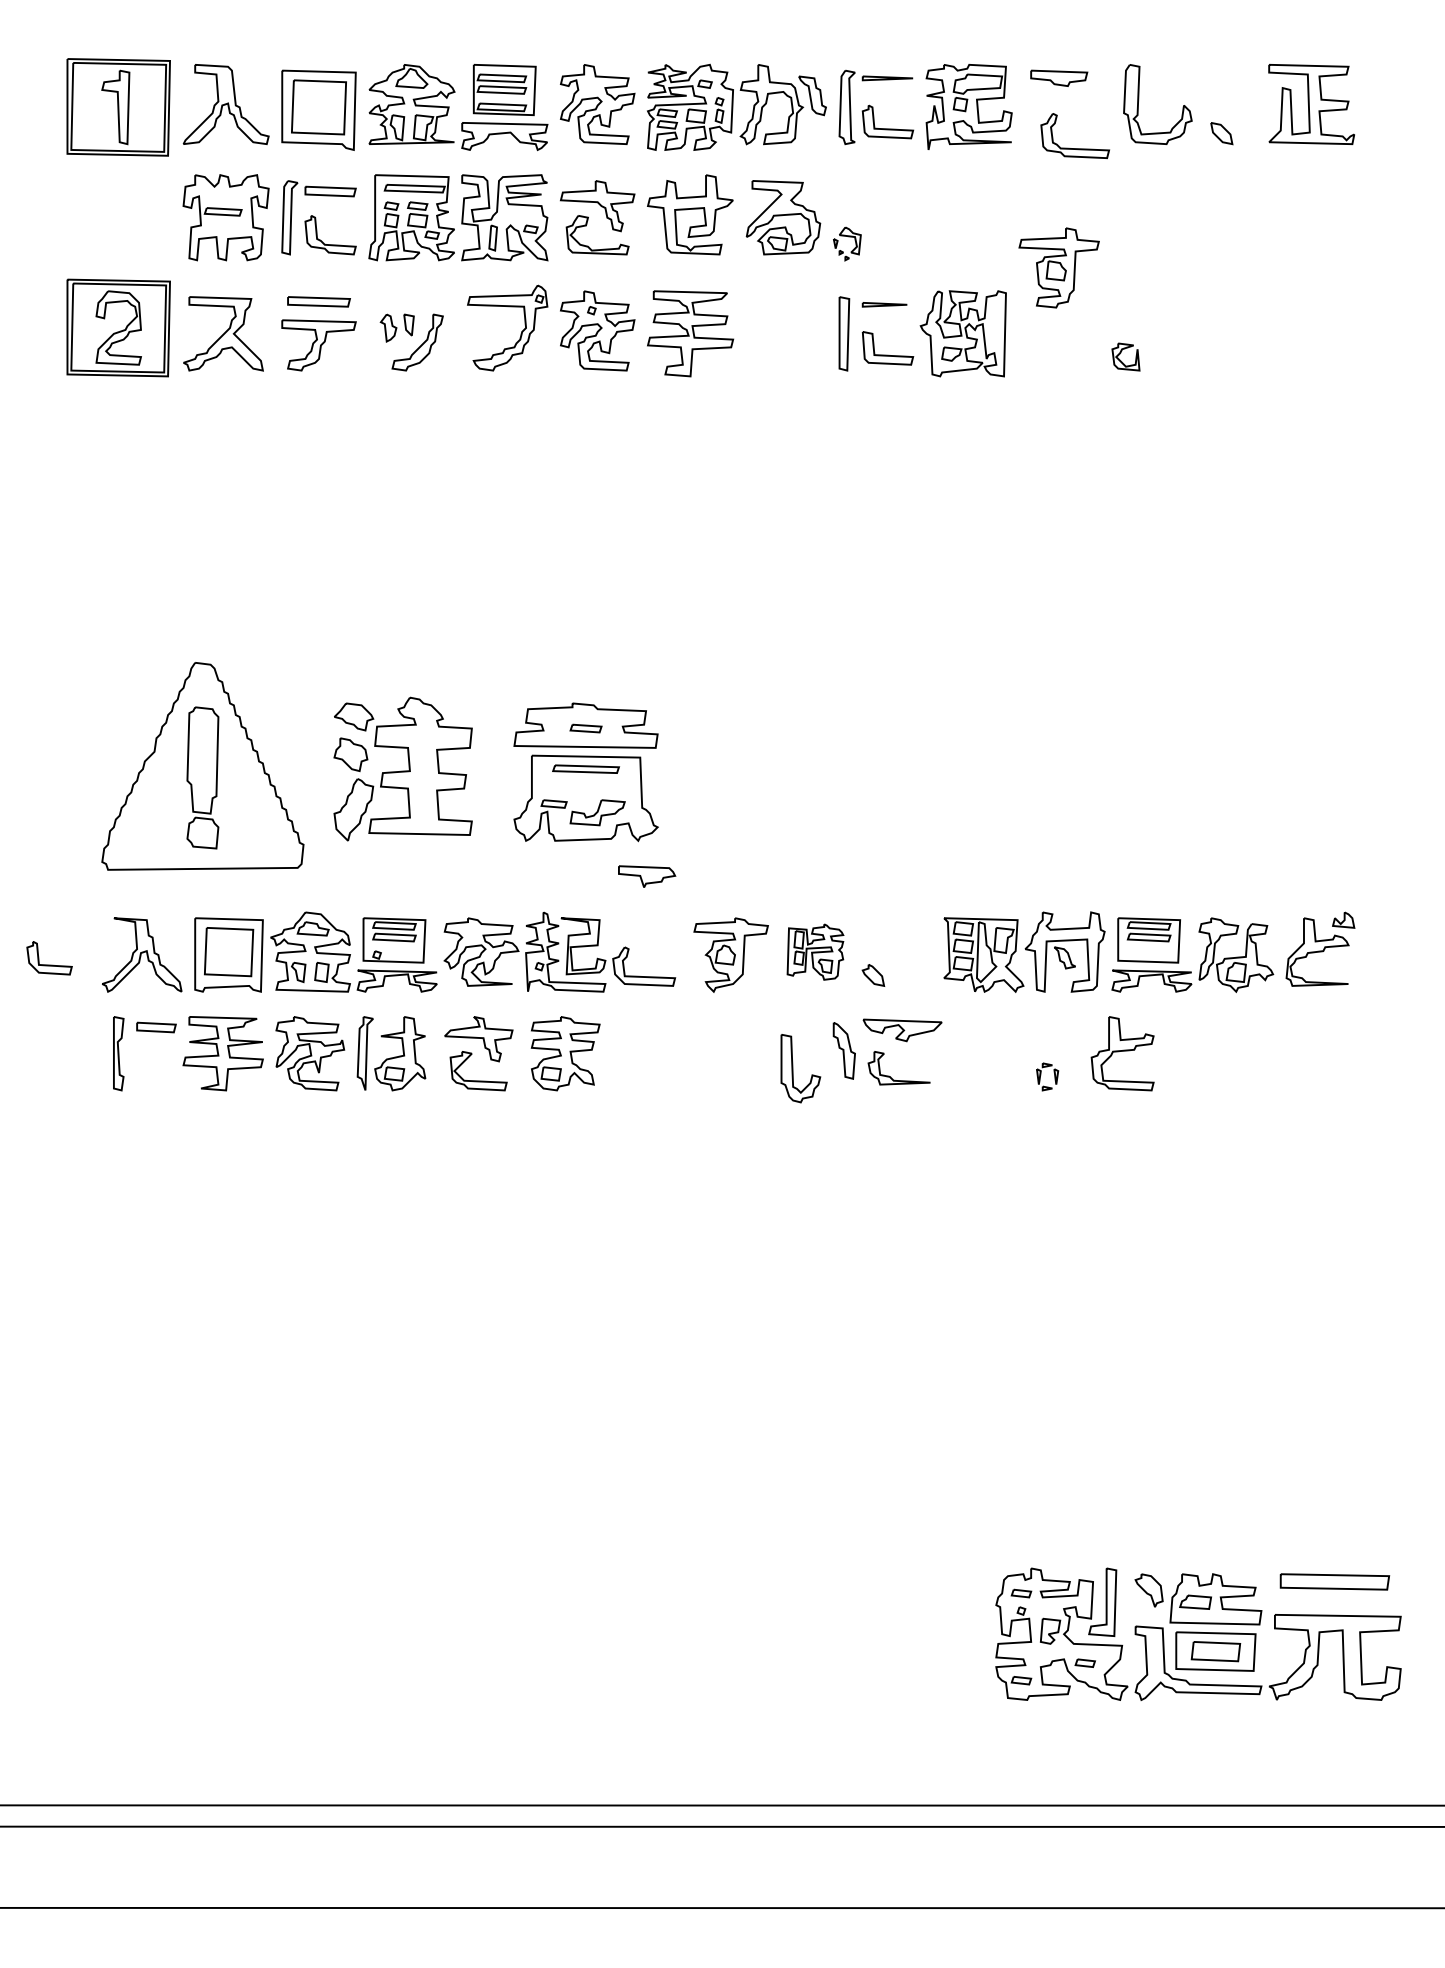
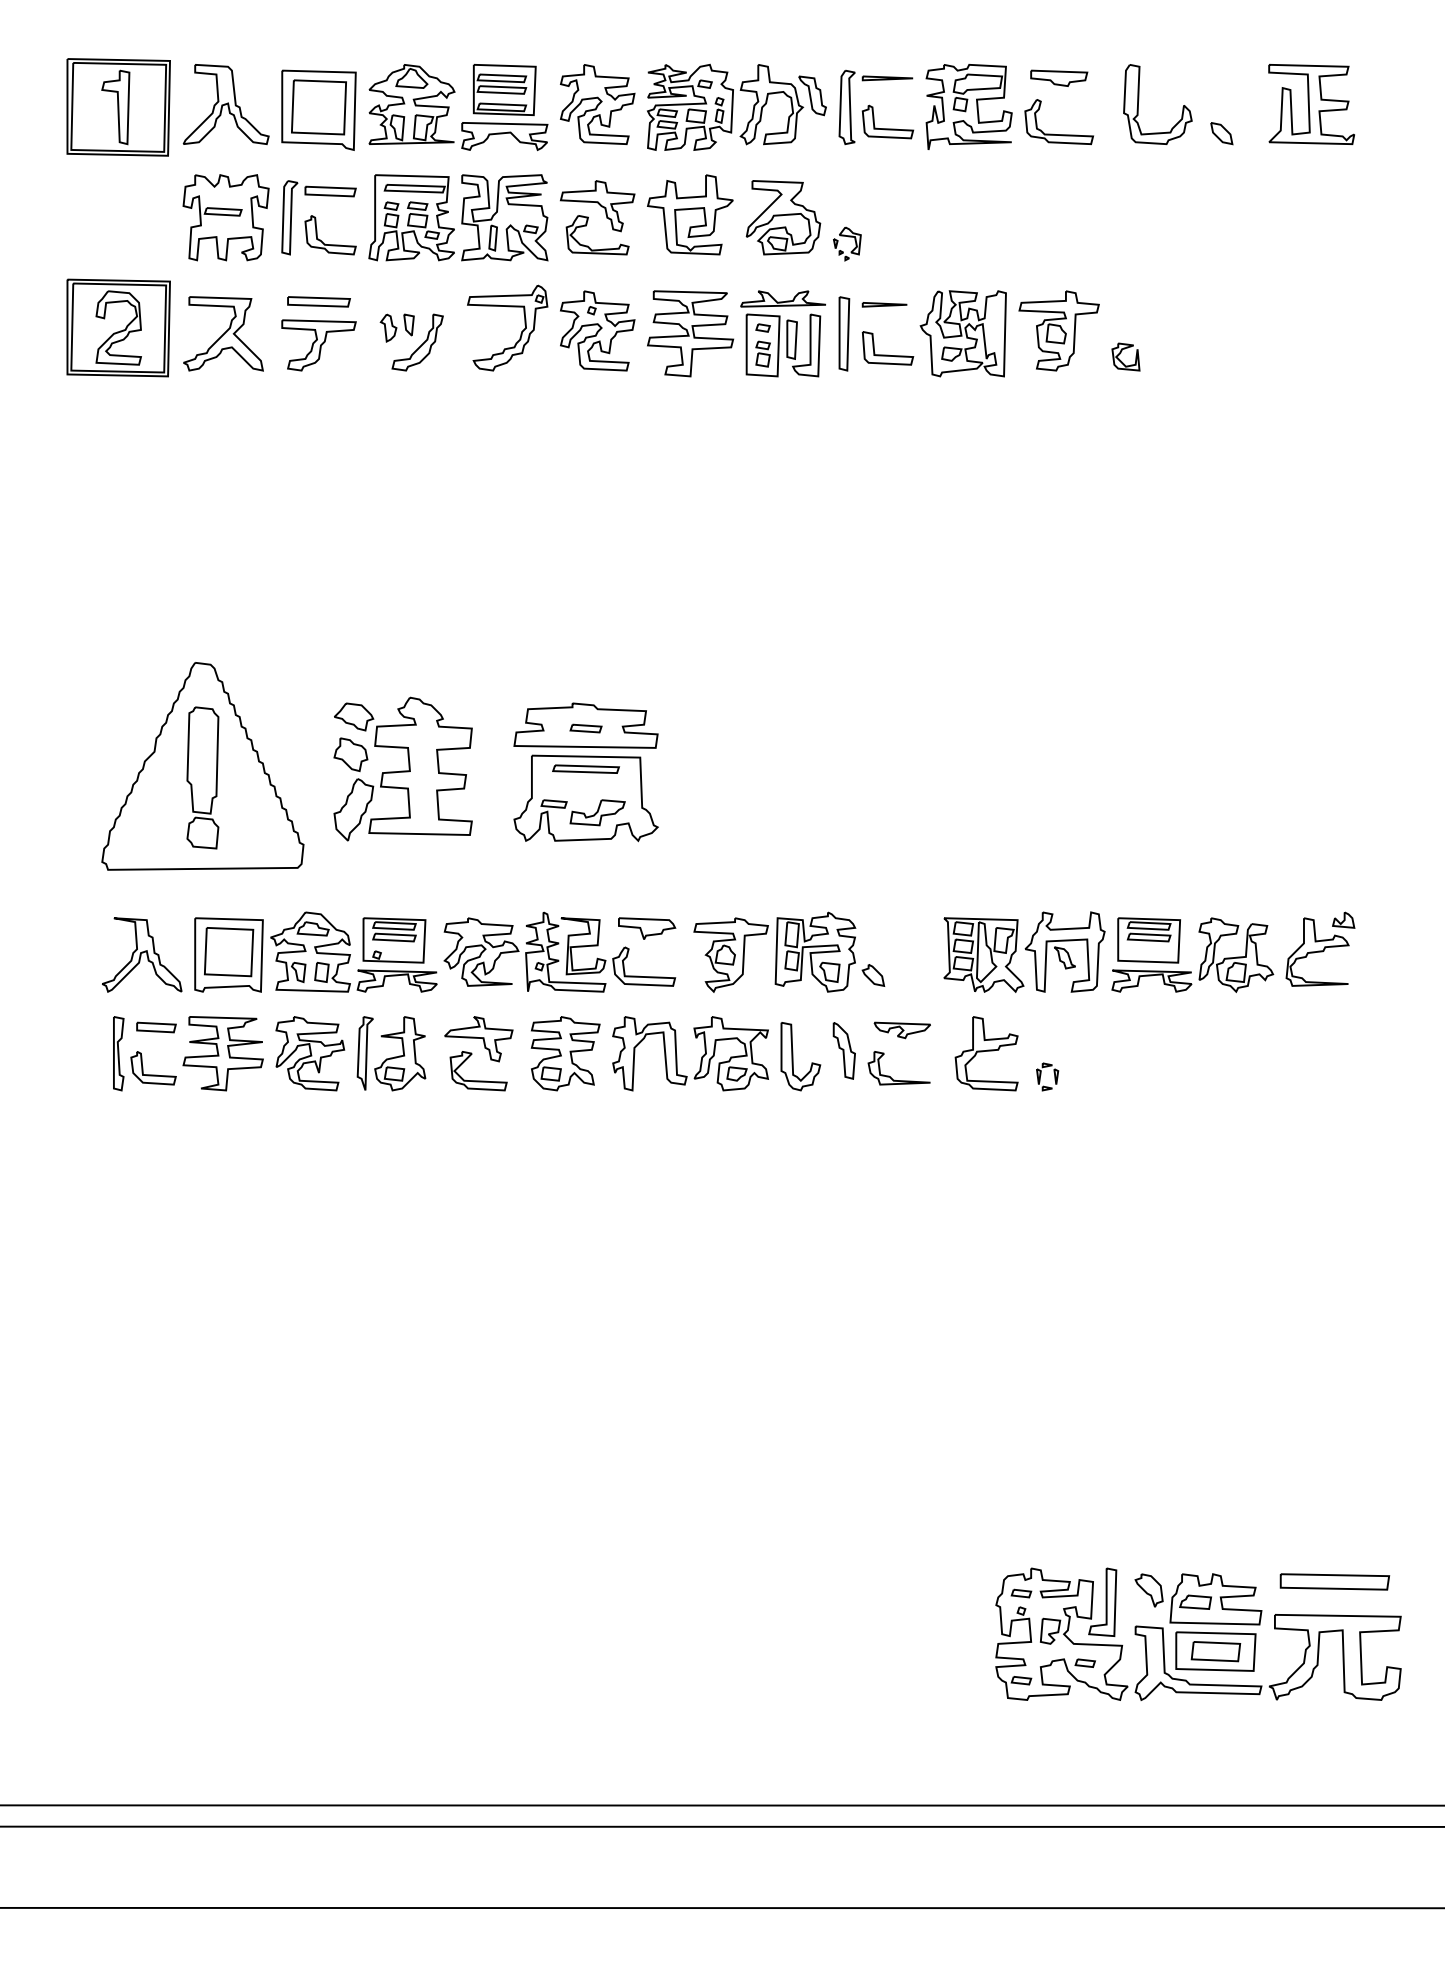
part at (1075, 148) position: (1075, 148) -> (1059, 134)
part at (1058, 267) position: (1058, 267) -> (1058, 330)
part at (782, 333): none -> present
part at (647, 876) position: (647, 876) -> (647, 928)
part at (815, 951) size: 59x58 px -> 83x82 px
part at (49, 958) position: (49, 958) -> (153, 1068)
part at (902, 1030) size: 81x25 px -> 58x19 px
part at (1122, 1053) position: (1122, 1053) -> (986, 1053)
part at (701, 1056): none -> present
part at (793, 1068) position: (793, 1068) -> (793, 1056)
